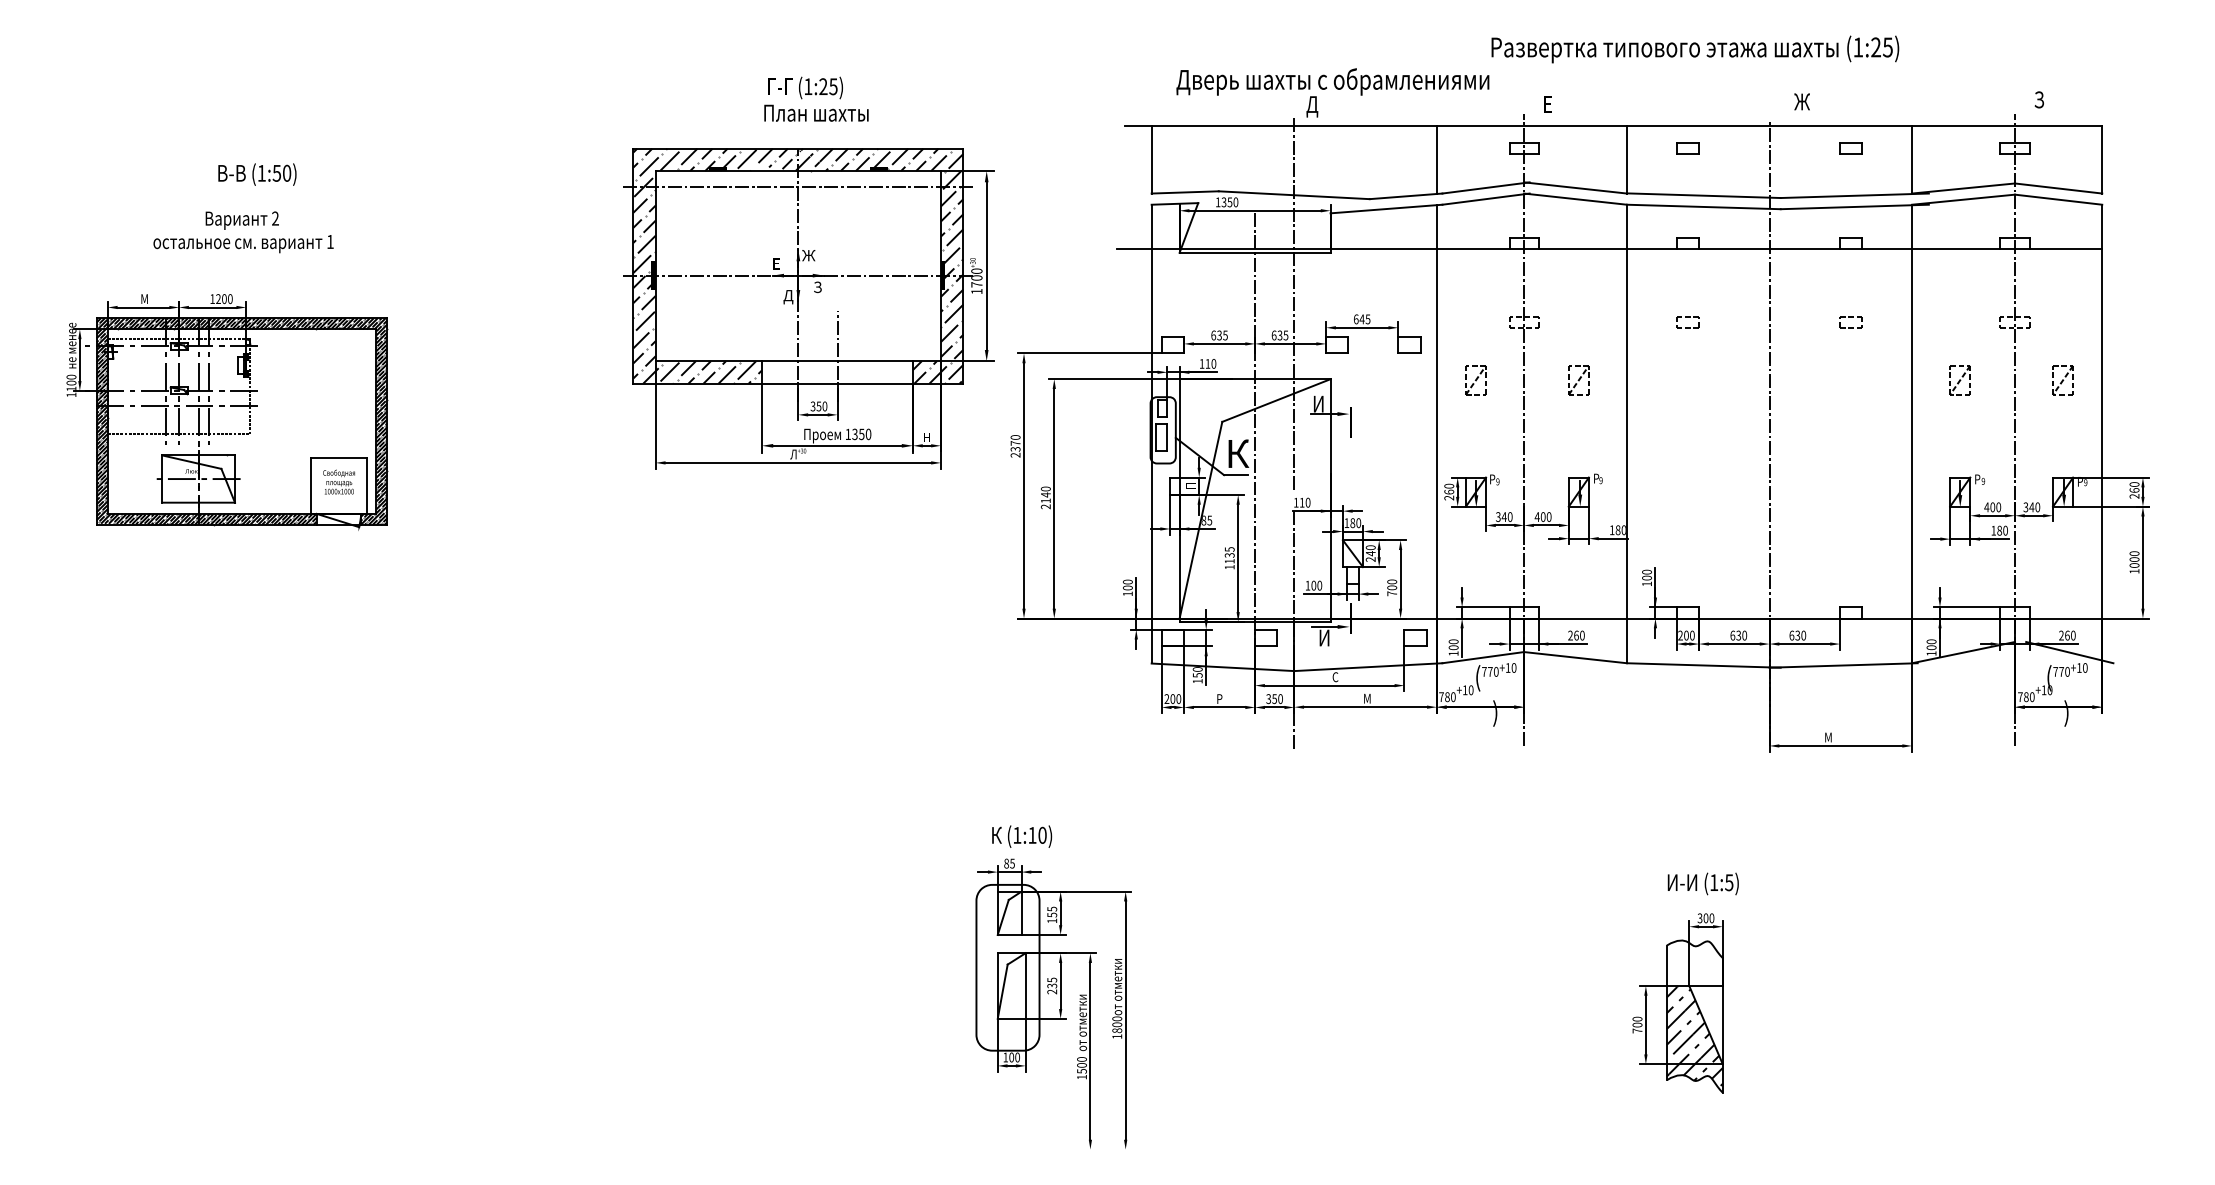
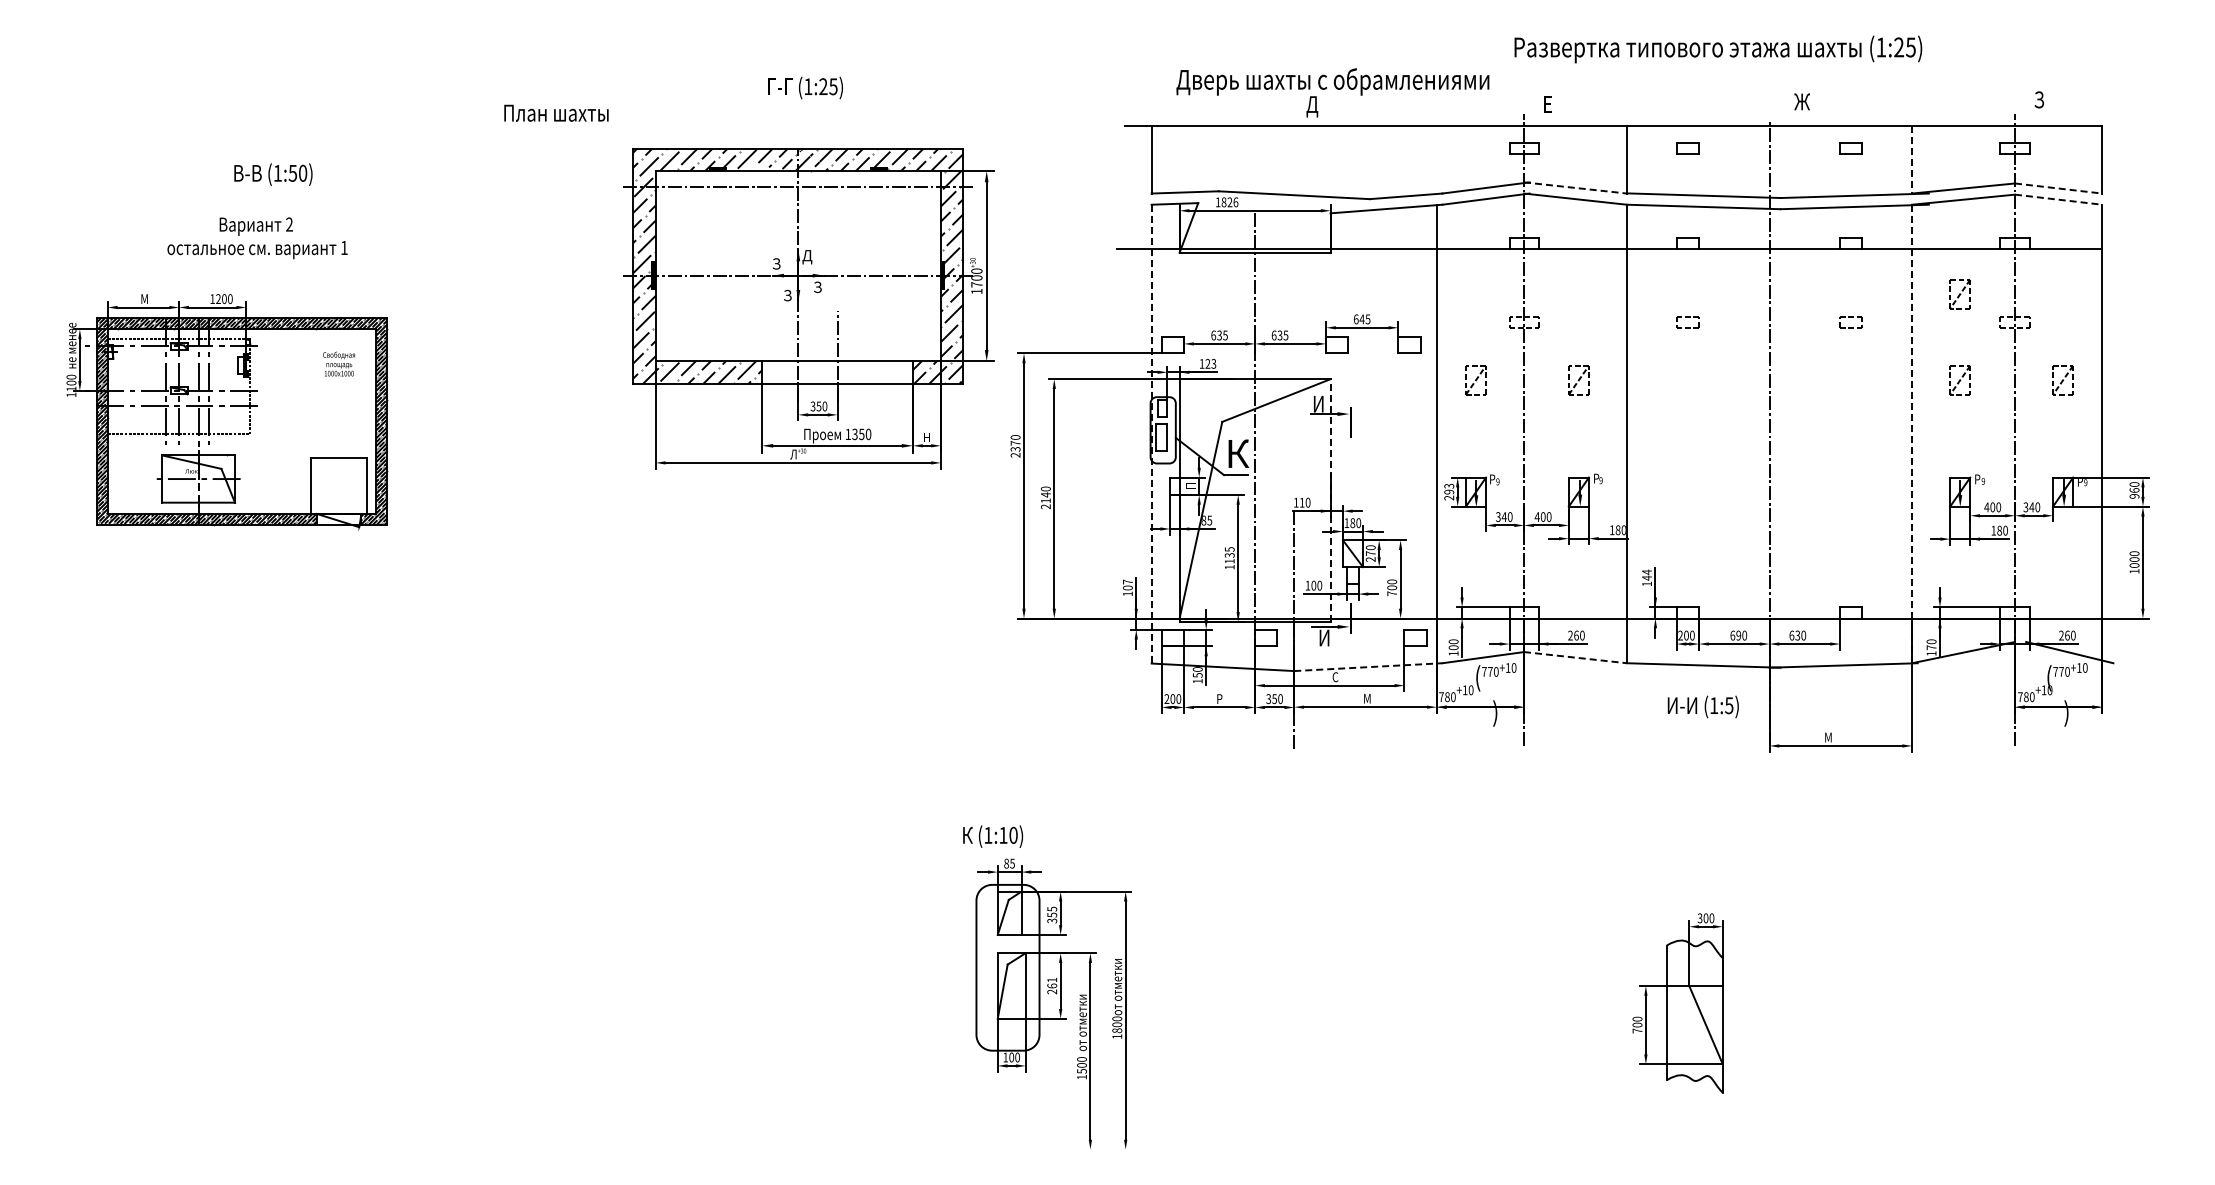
text at (1695, 49) position: (1695, 49) -> (1718, 49)
text at (816, 112) position: (816, 112) -> (556, 112)
line at (1436, 159): present -> none
line at (1912, 160): solid -> dashed
text at (257, 174) position: (257, 174) -> (273, 174)
line at (1575, 187): solid -> dashed
line at (2058, 188): solid -> dashed
line at (2058, 199): solid -> dashed
text at (1229, 202): 1350 -> 1826
text at (243, 232) position: (243, 232) -> (257, 238)
text at (808, 257): Ж -> Д
text at (776, 263): Е -> З
part at (1959, 294): none -> present
text at (788, 296): Д -> З
line at (1294, 302): present -> none
text at (1210, 363): 110 -> 123
line at (1151, 433): solid -> dashed
line at (1912, 433): solid -> dashed
text at (338, 481) position: (338, 481) -> (338, 363)
text at (1449, 488): 260 -> 293
text at (2134, 496): 260 -> 960
line at (1330, 500): solid -> dashed
text at (1370, 553): 240 -> 270
text at (1646, 574): 100 -> 144
text at (1127, 581): 100 -> 107
text at (1738, 635): 630 -> 690
text at (1931, 647): 100 -> 170
line at (1575, 657): solid -> dashed
line at (1368, 667): solid -> dashed
text at (1022, 836) position: (1022, 836) -> (993, 836)
text at (1702, 883) position: (1702, 883) -> (1702, 706)
text at (1052, 920): 155 -> 355
text at (1052, 982): 235 -> 261
hatch at (1694, 1035): present -> none
